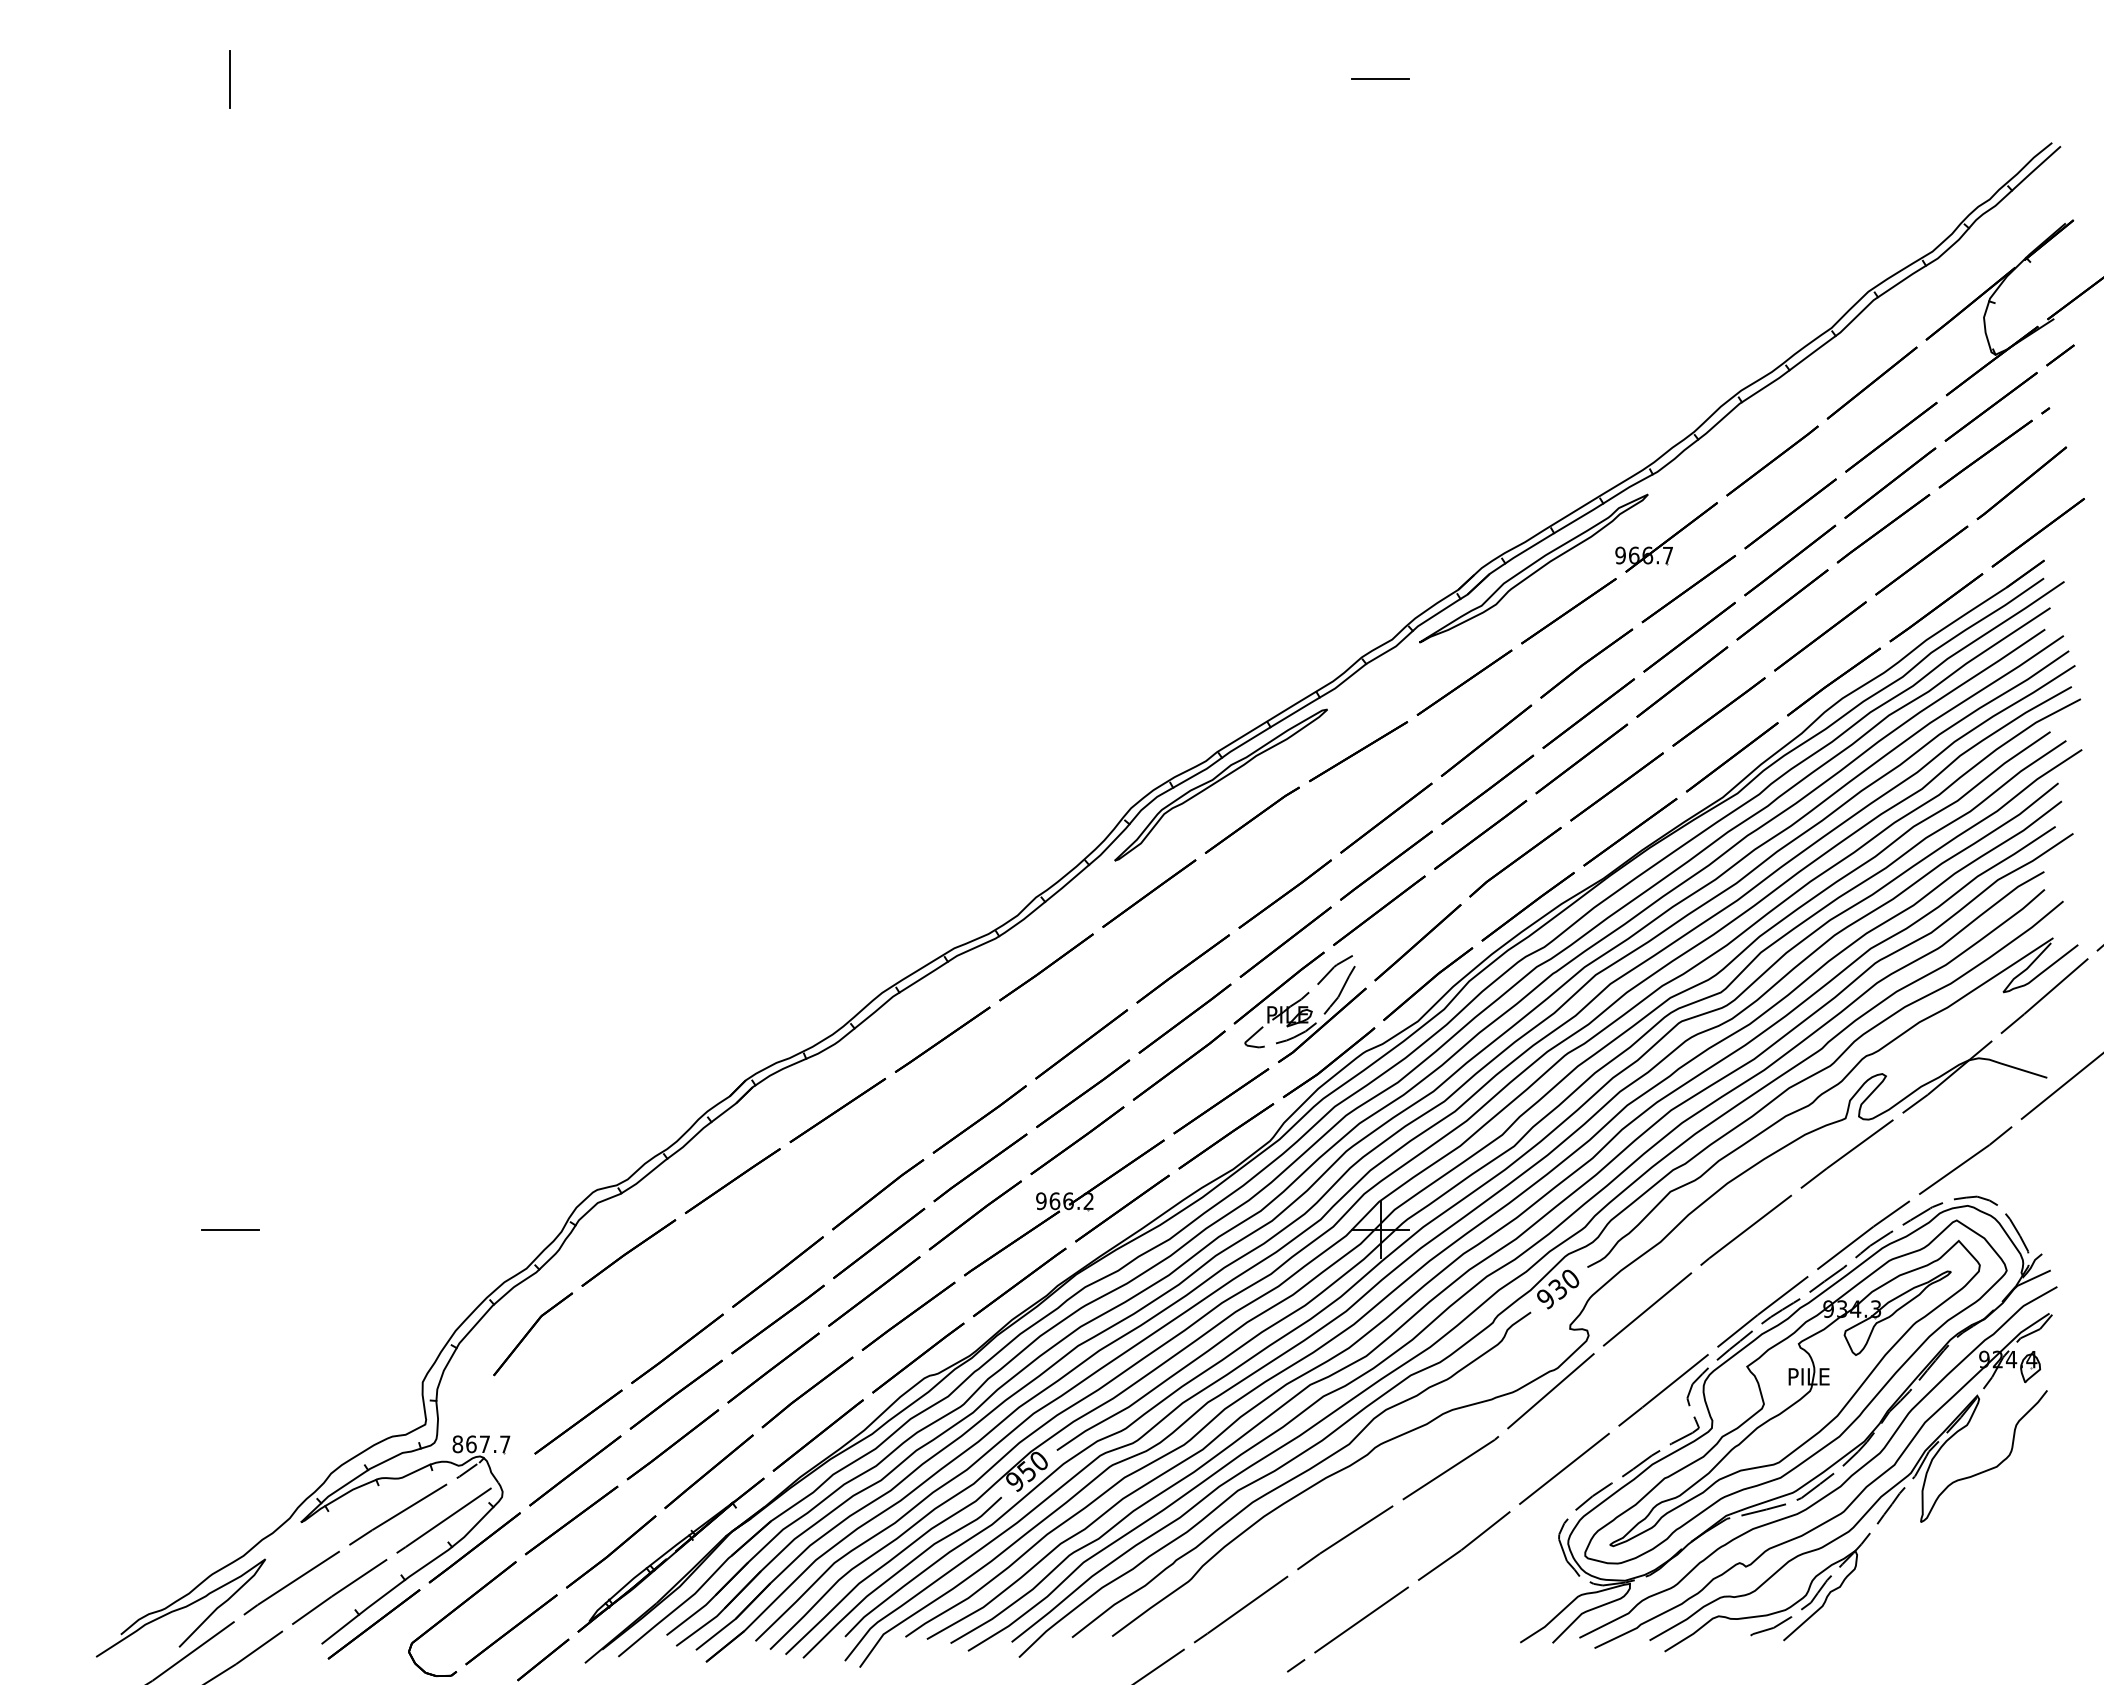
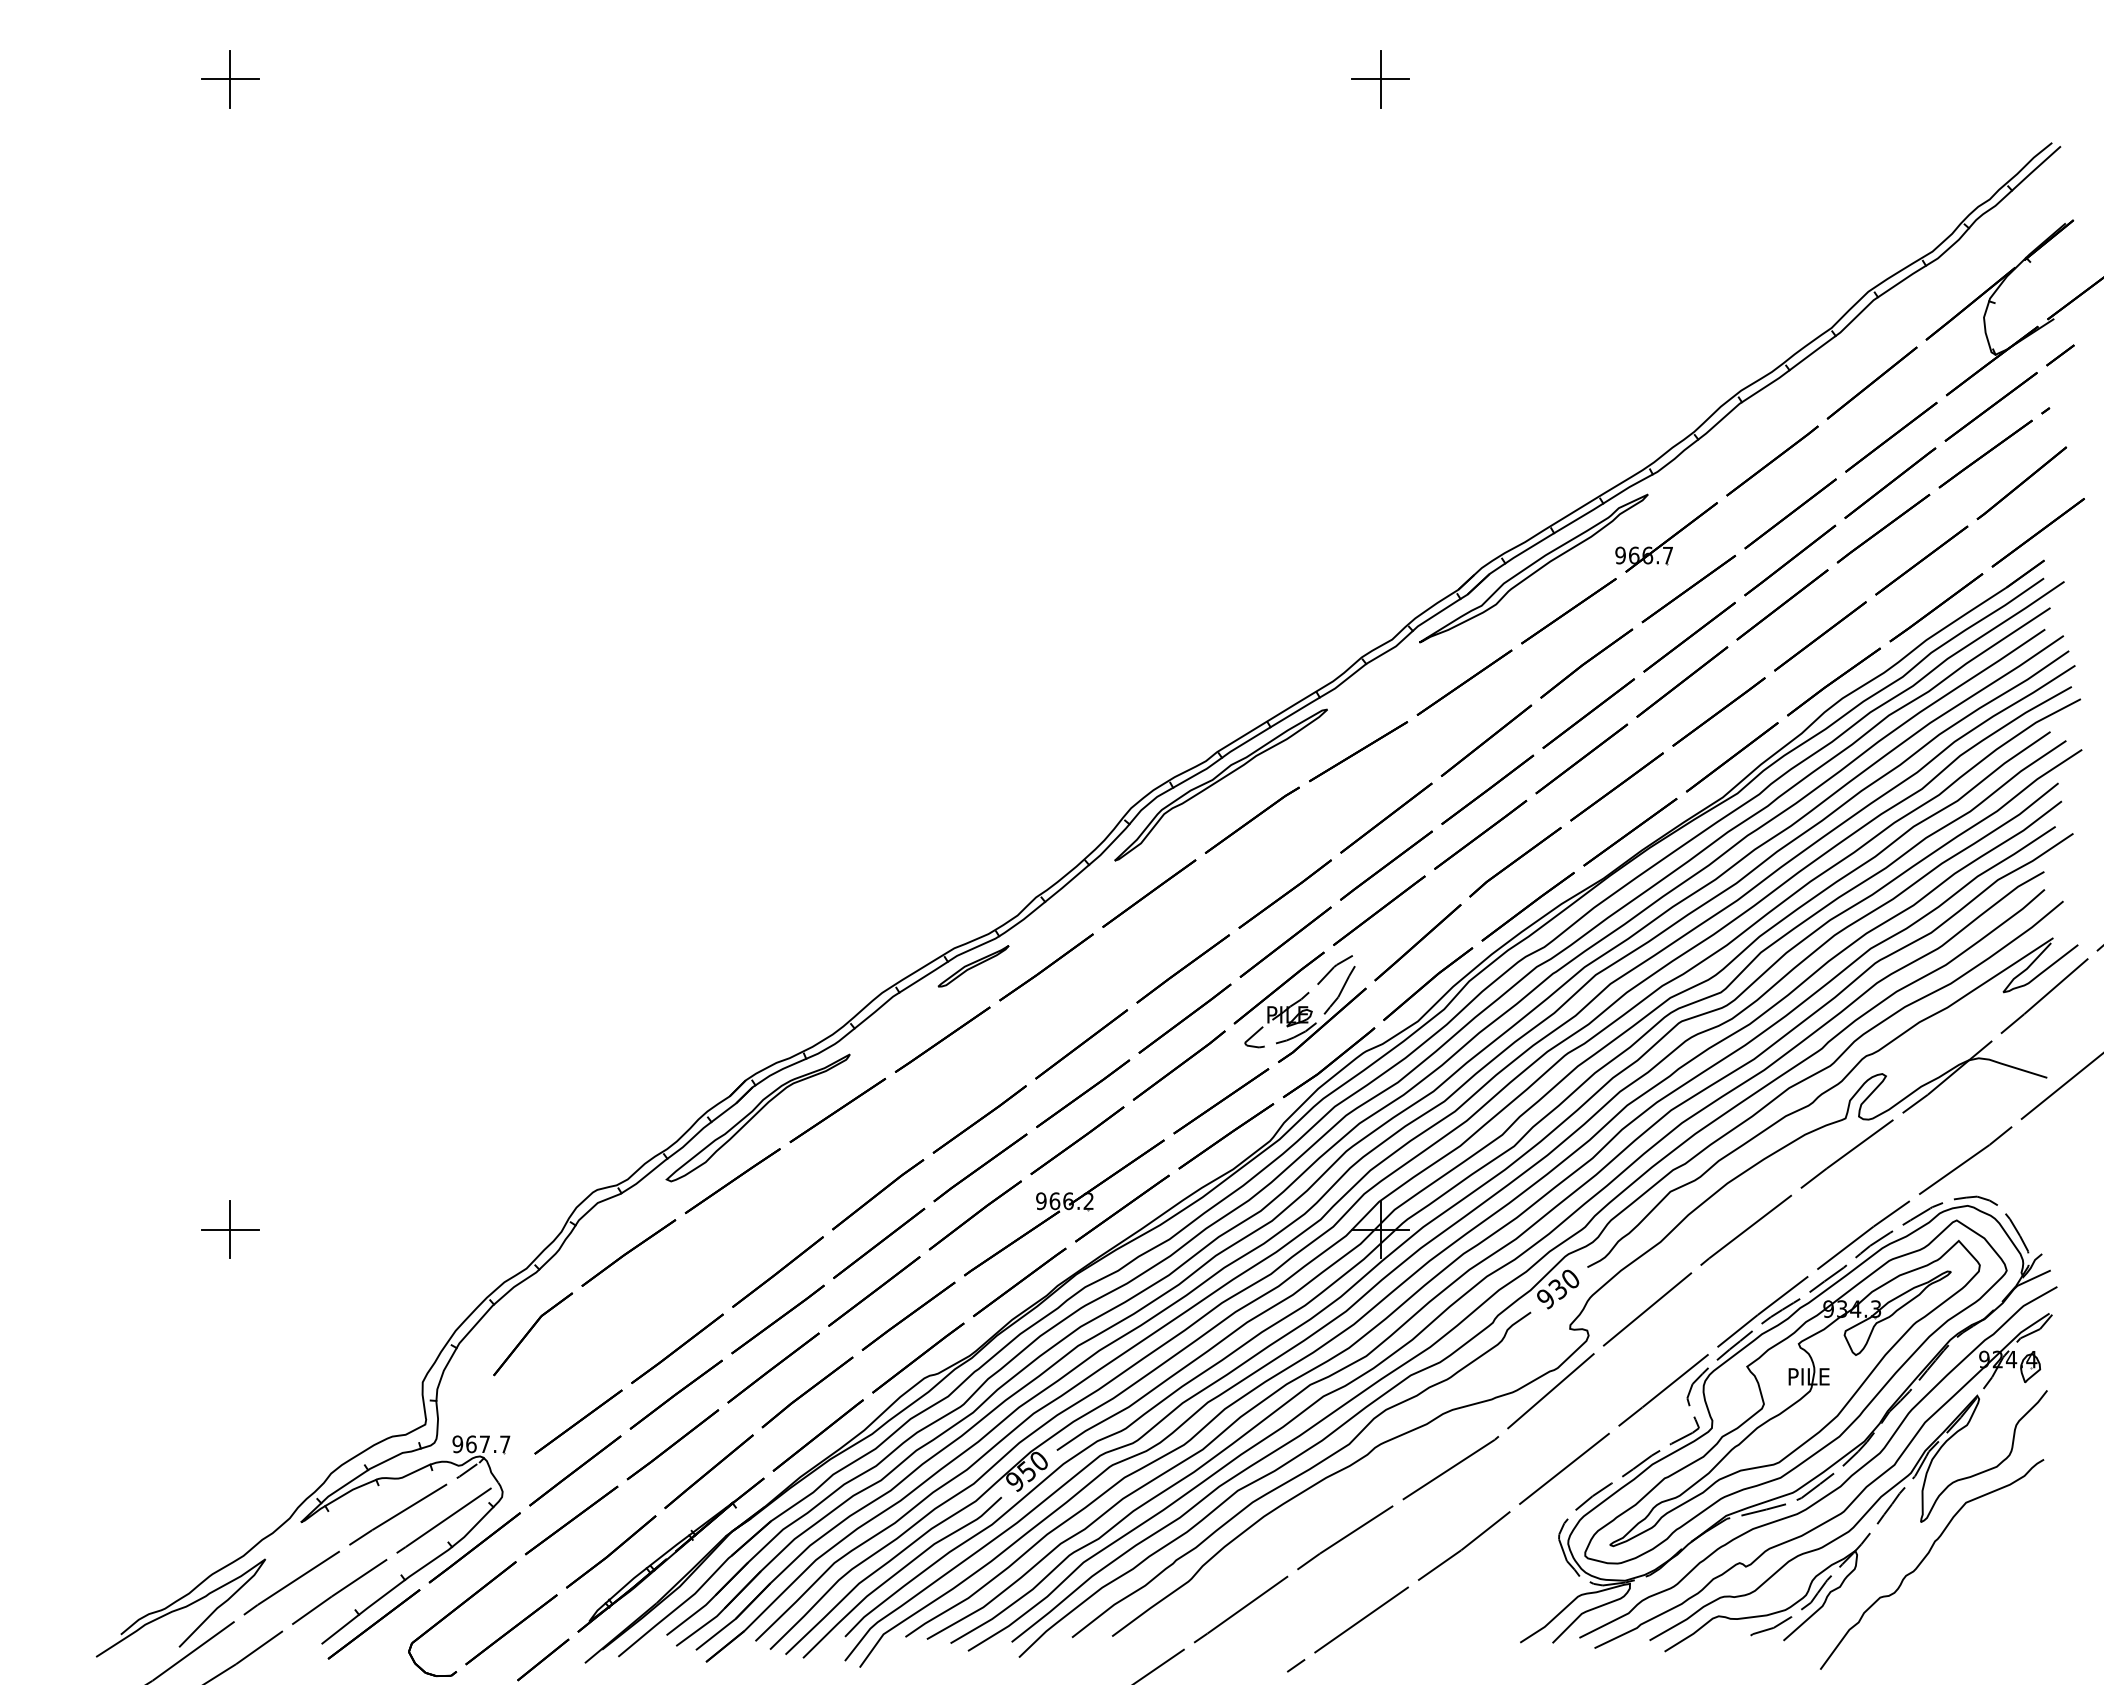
line at (230, 79): none -> present
line at (1380, 79): none -> present
part at (973, 966): none -> present
part at (757, 1117): none -> present
line at (230, 1229): none -> present
text at (457, 1444): 867.7 -> 967.7
curve at (1926, 1557): none -> present
